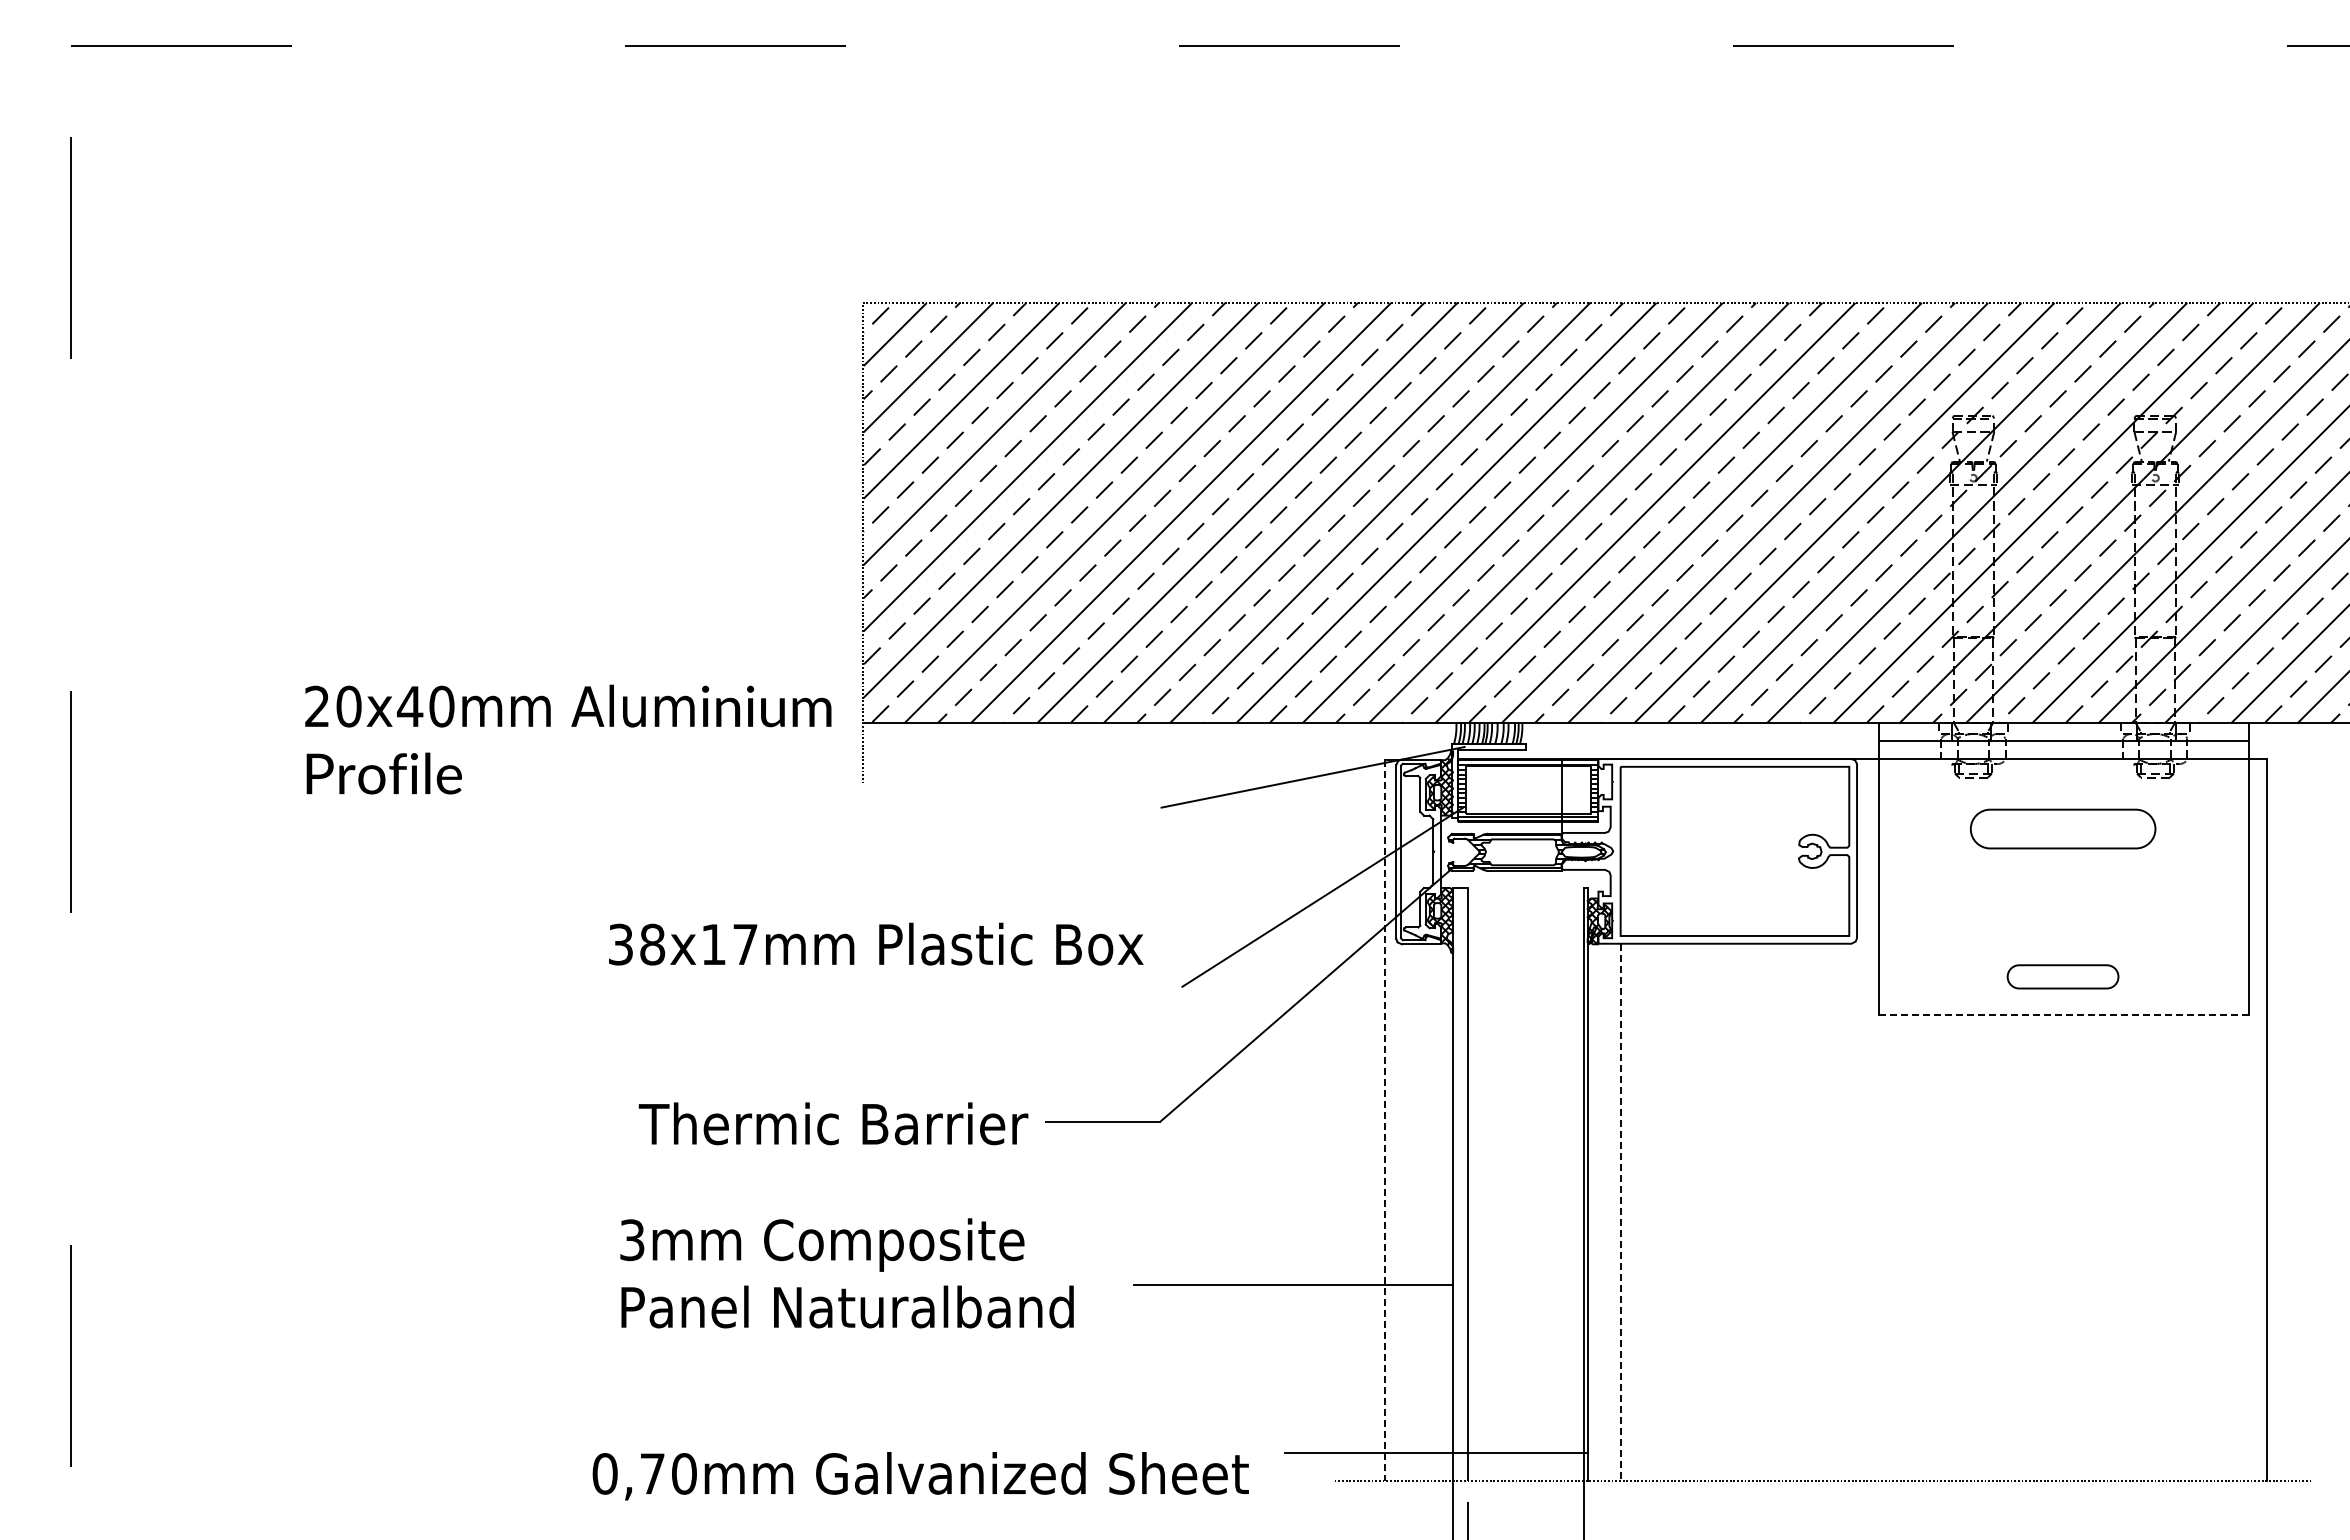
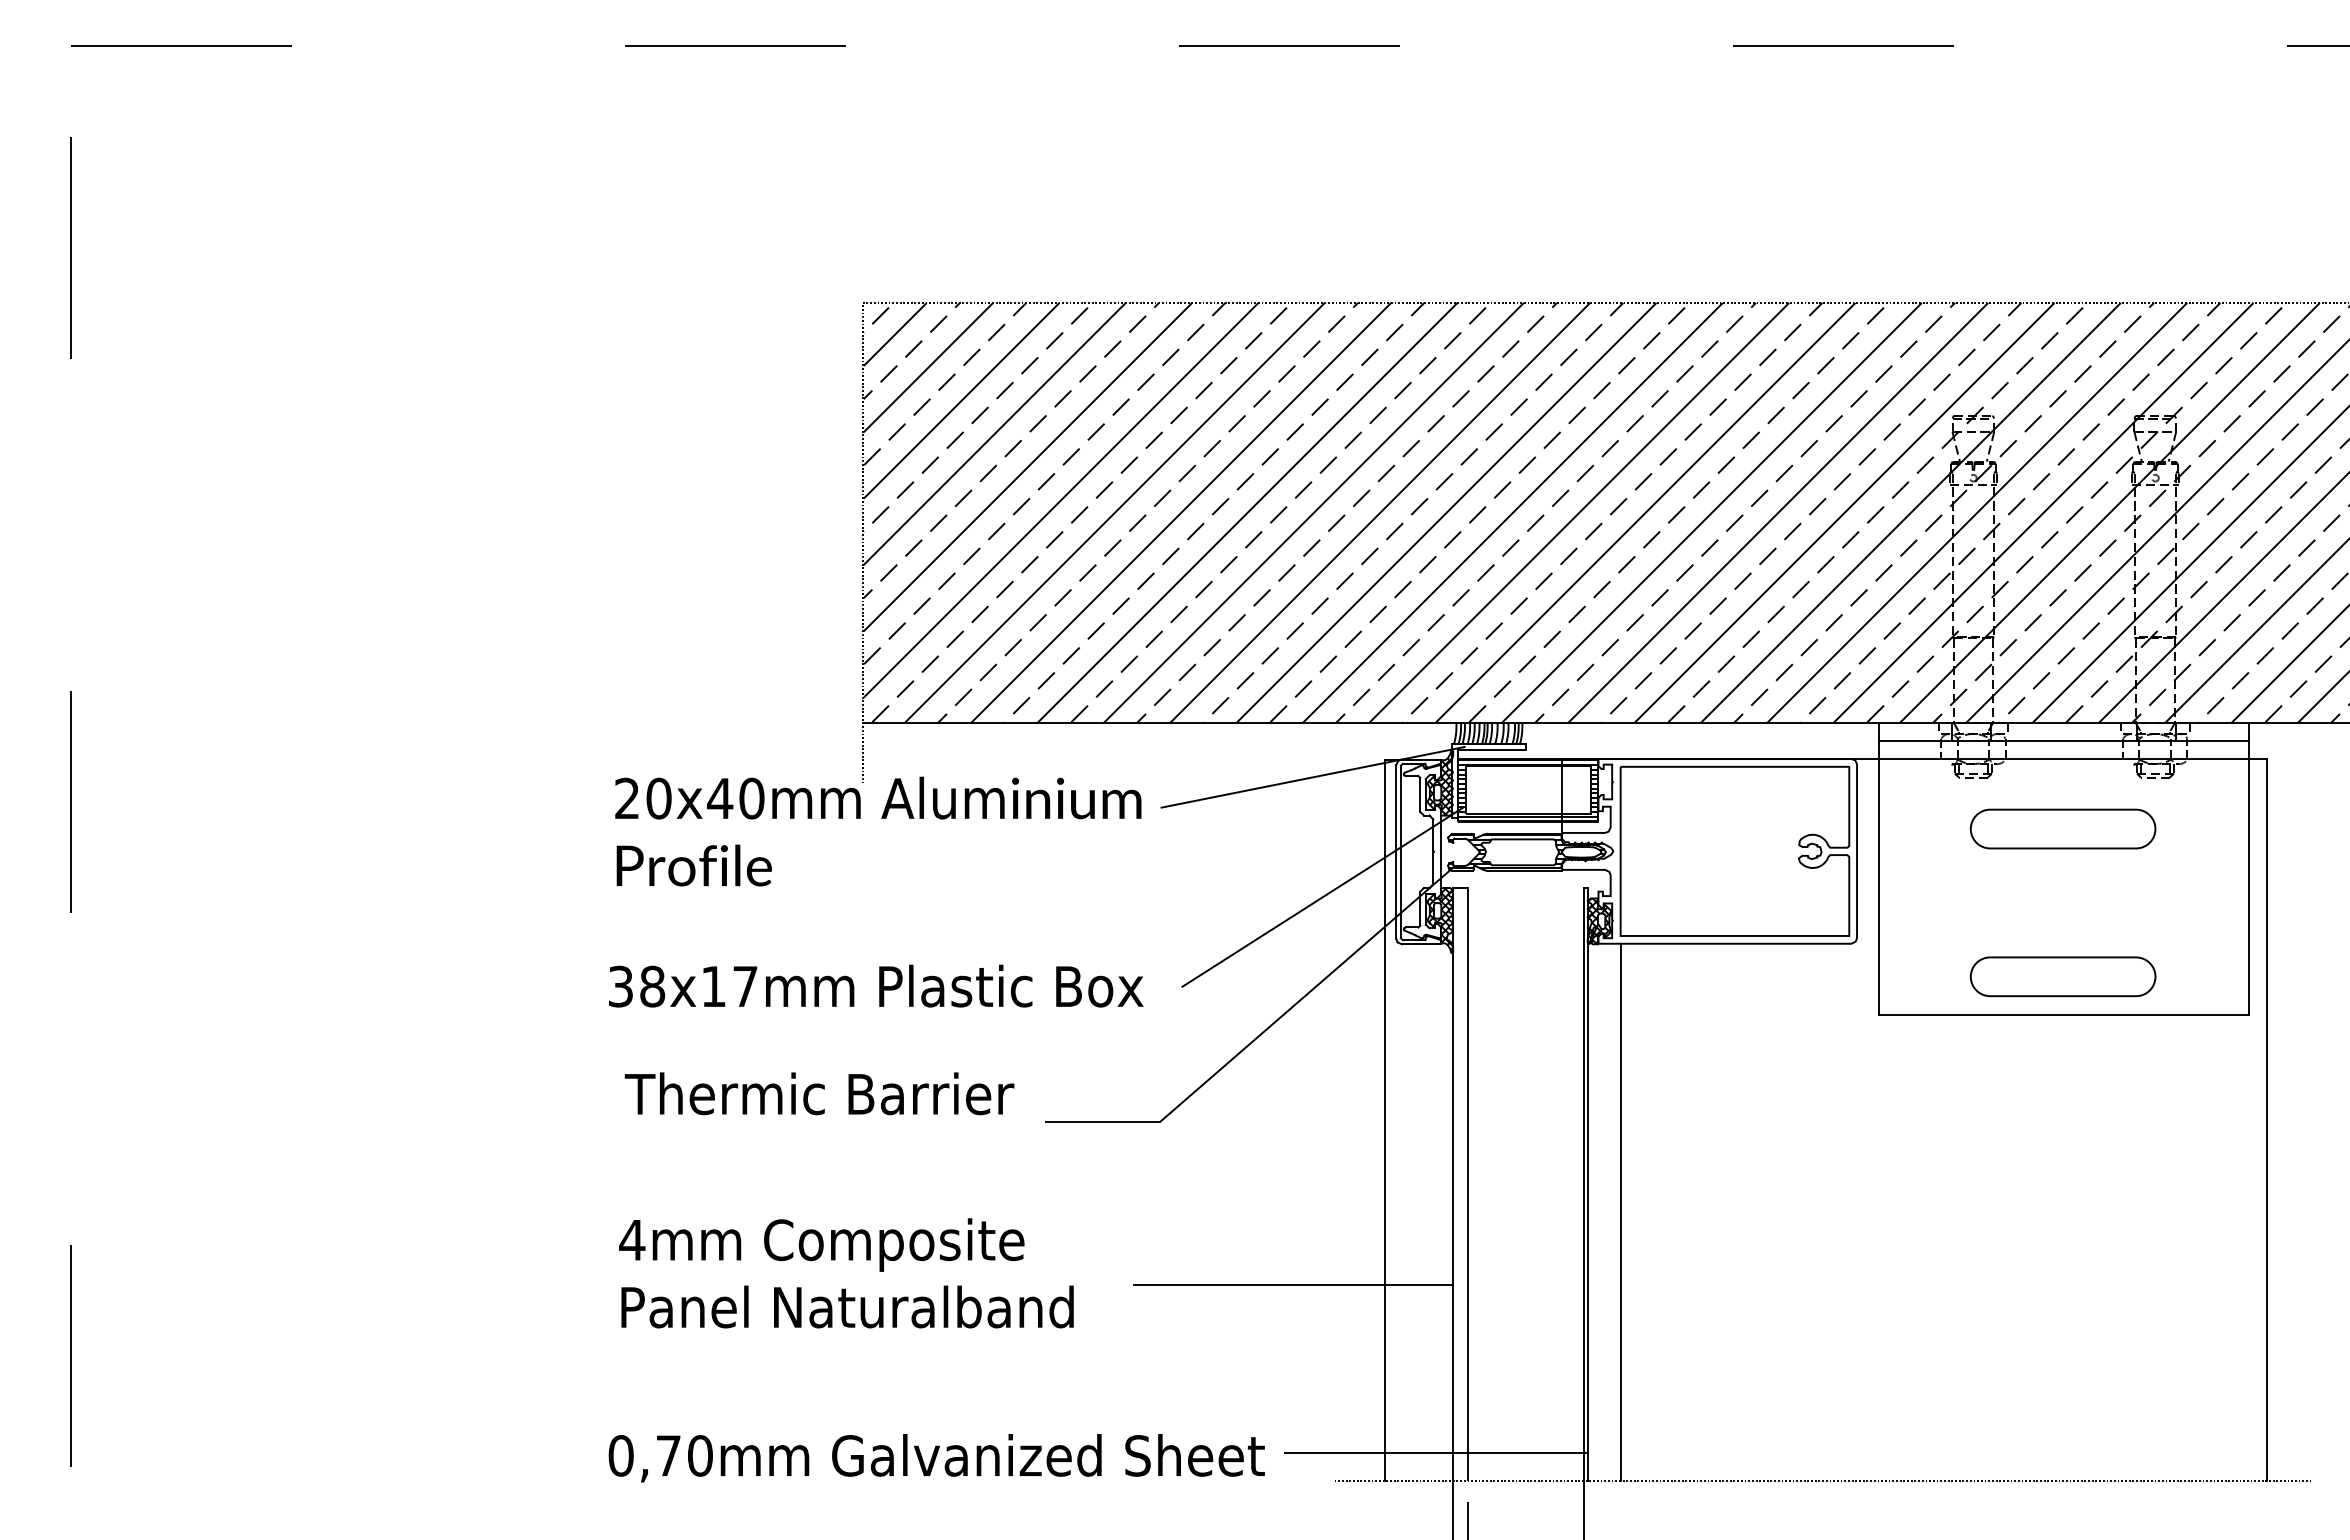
text at (568, 739) position: (568, 739) -> (878, 831)
text at (876, 943) position: (876, 943) -> (876, 985)
part at (2062, 976) size: 114x26 px -> 188x42 px
line at (2063, 1014): dashed -> solid
line at (1385, 1120): dashed -> solid
text at (833, 1123) position: (833, 1123) -> (819, 1093)
line at (1620, 1212): dashed -> solid
text at (632, 1240): 3mm -> 4mm
text at (920, 1476) position: (920, 1476) -> (936, 1458)
